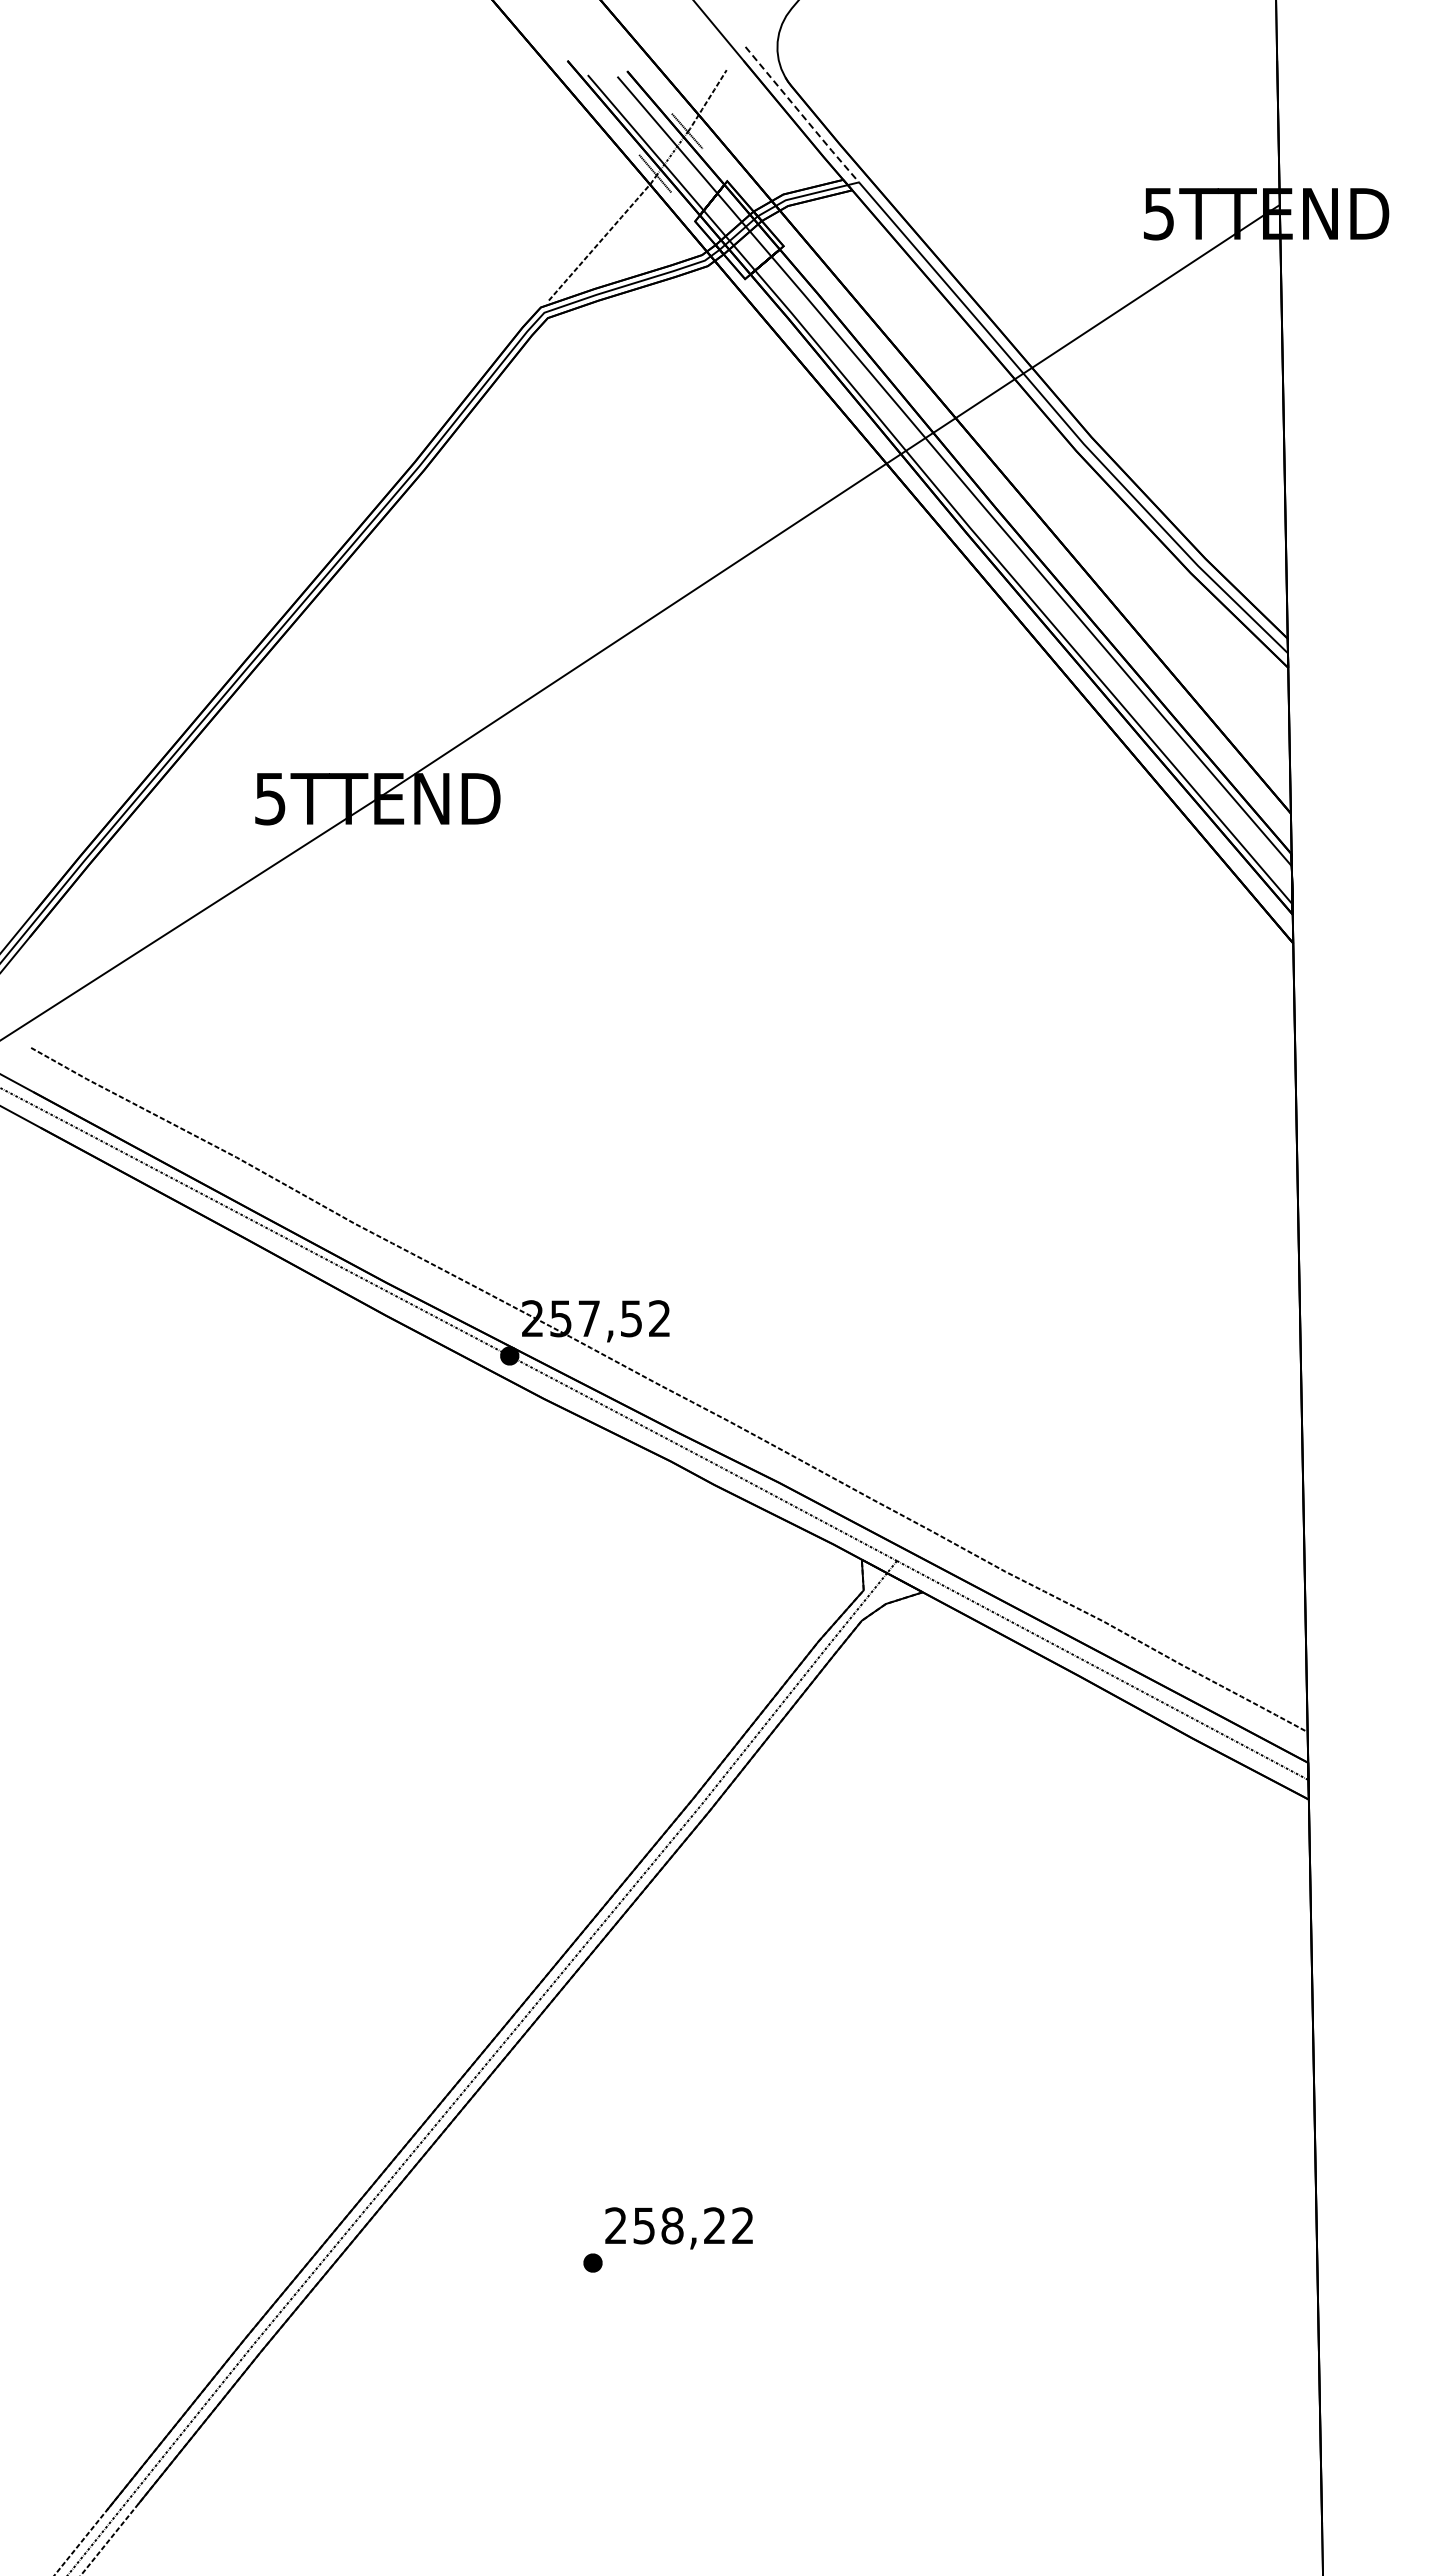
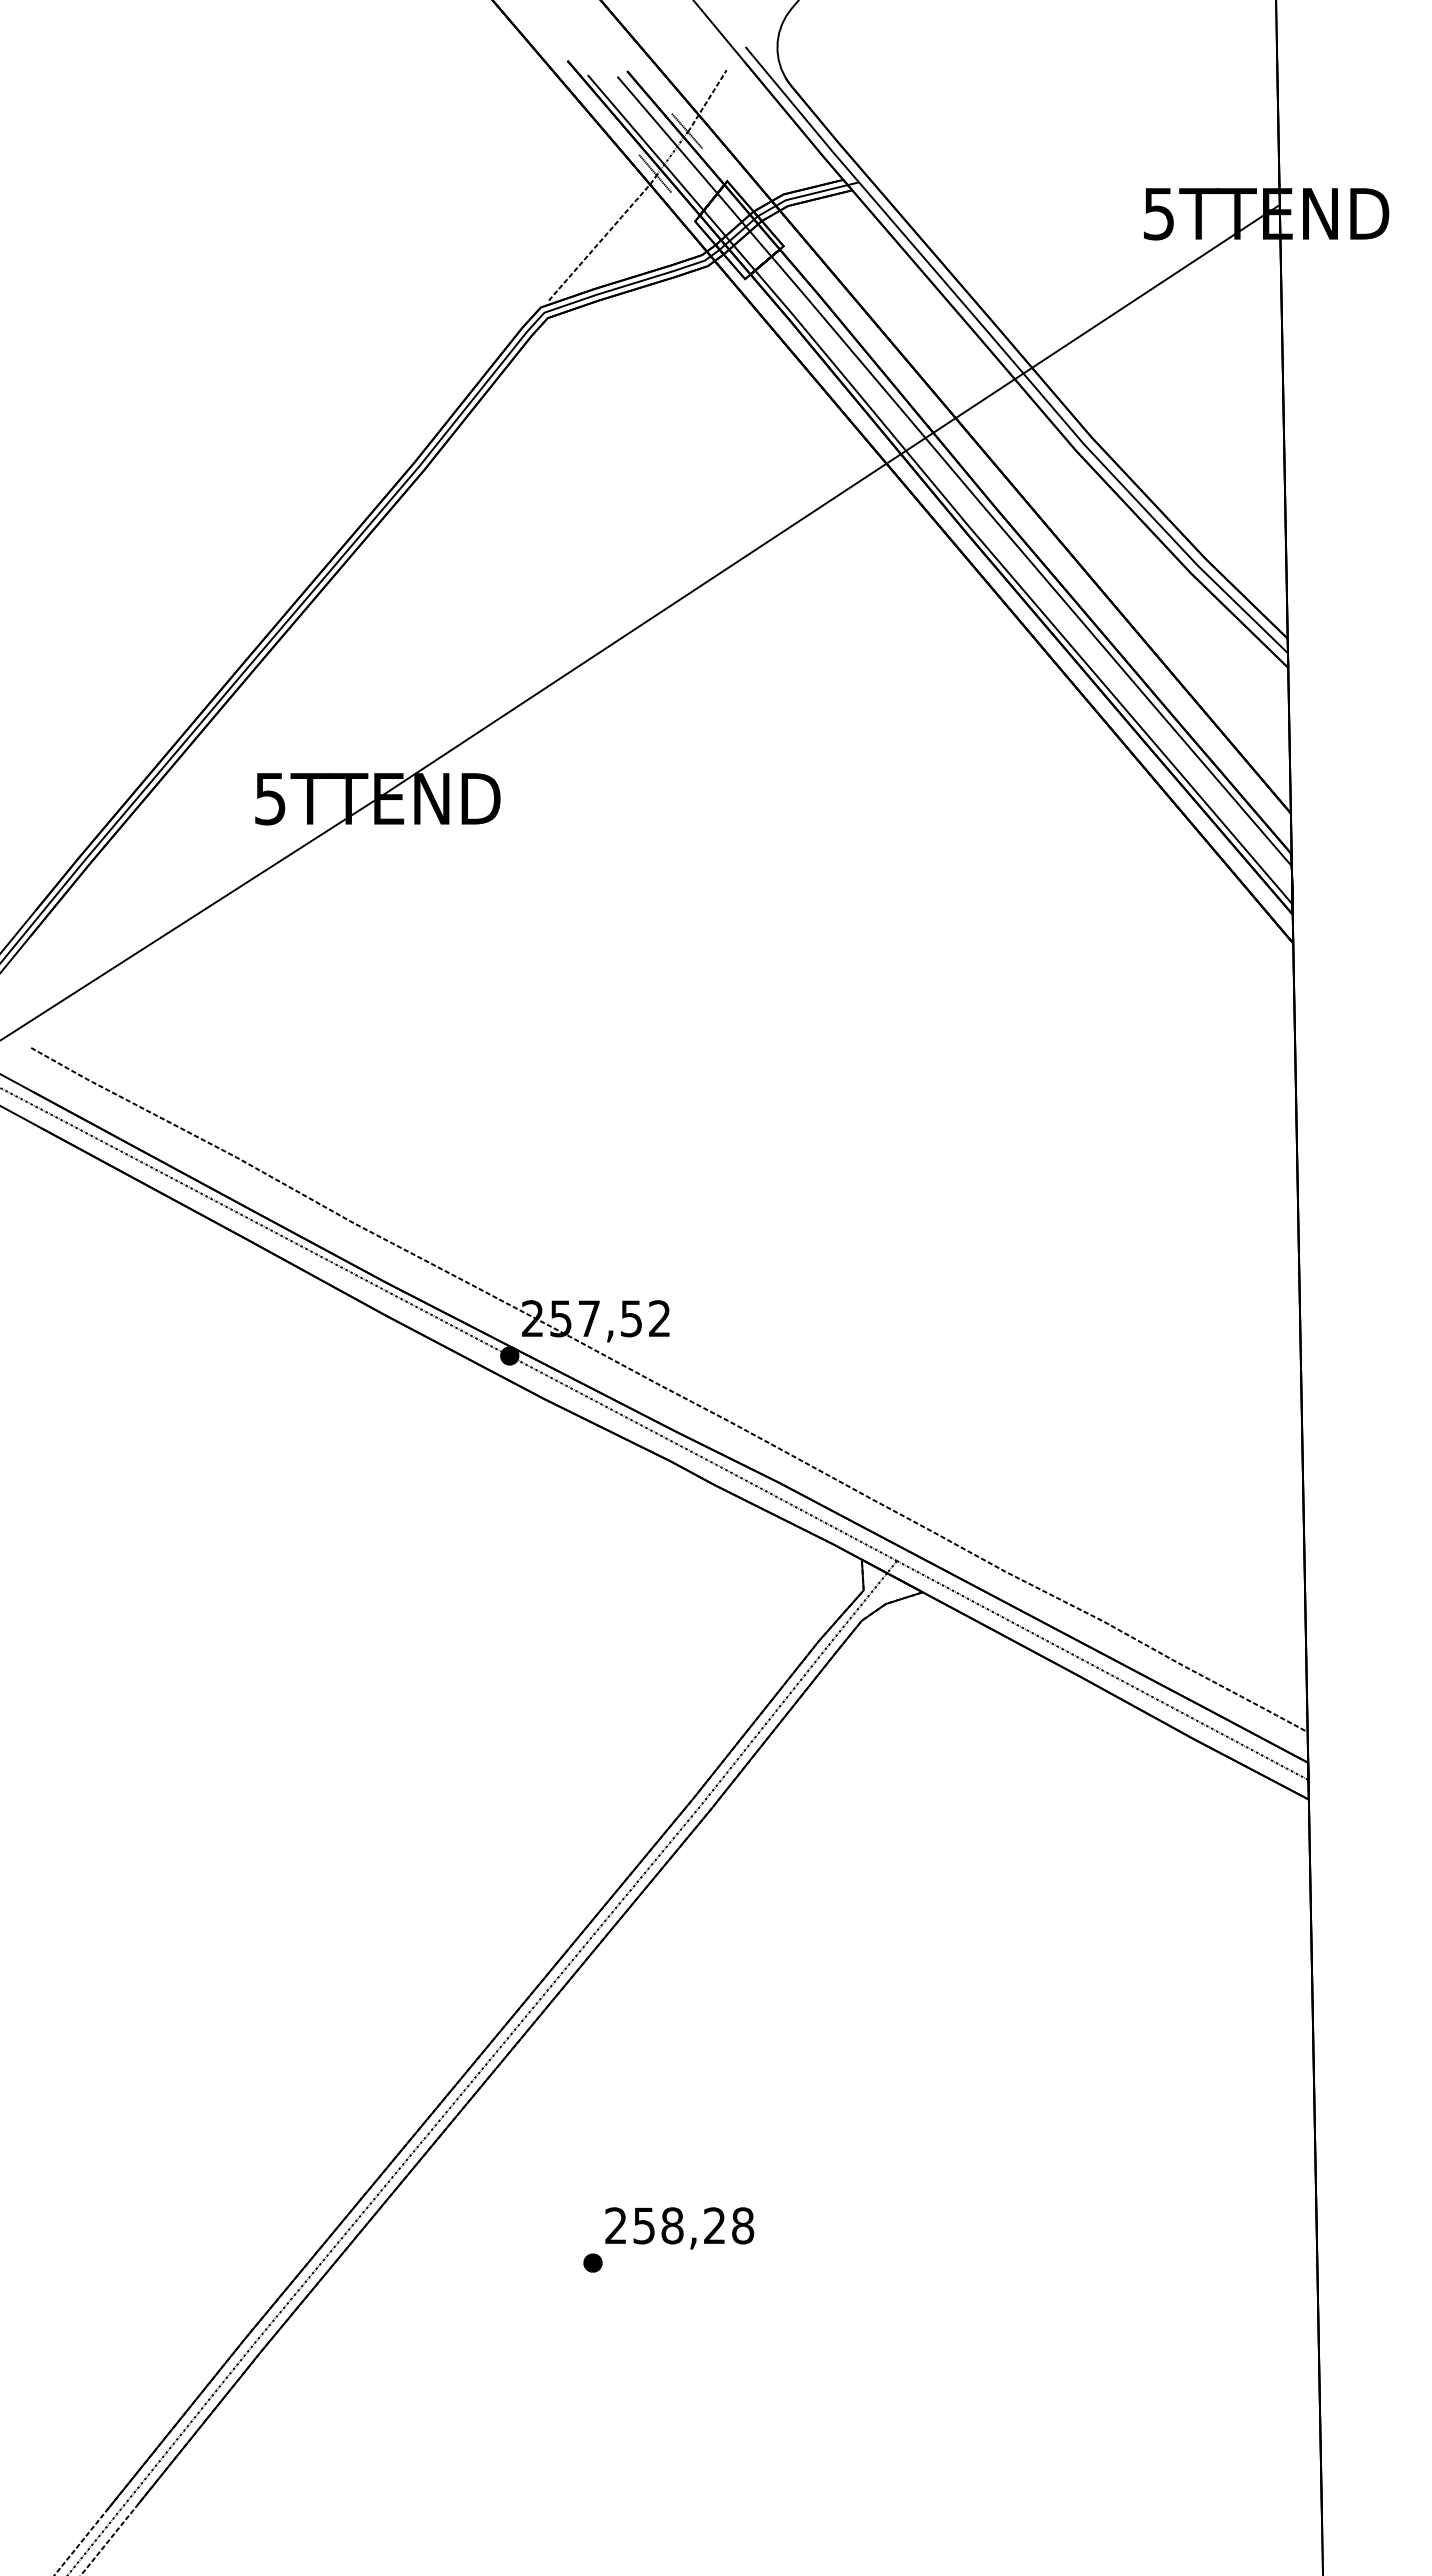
line at (802, 115): dashed -> solid
text at (743, 2225): 258,22 -> 258,28
